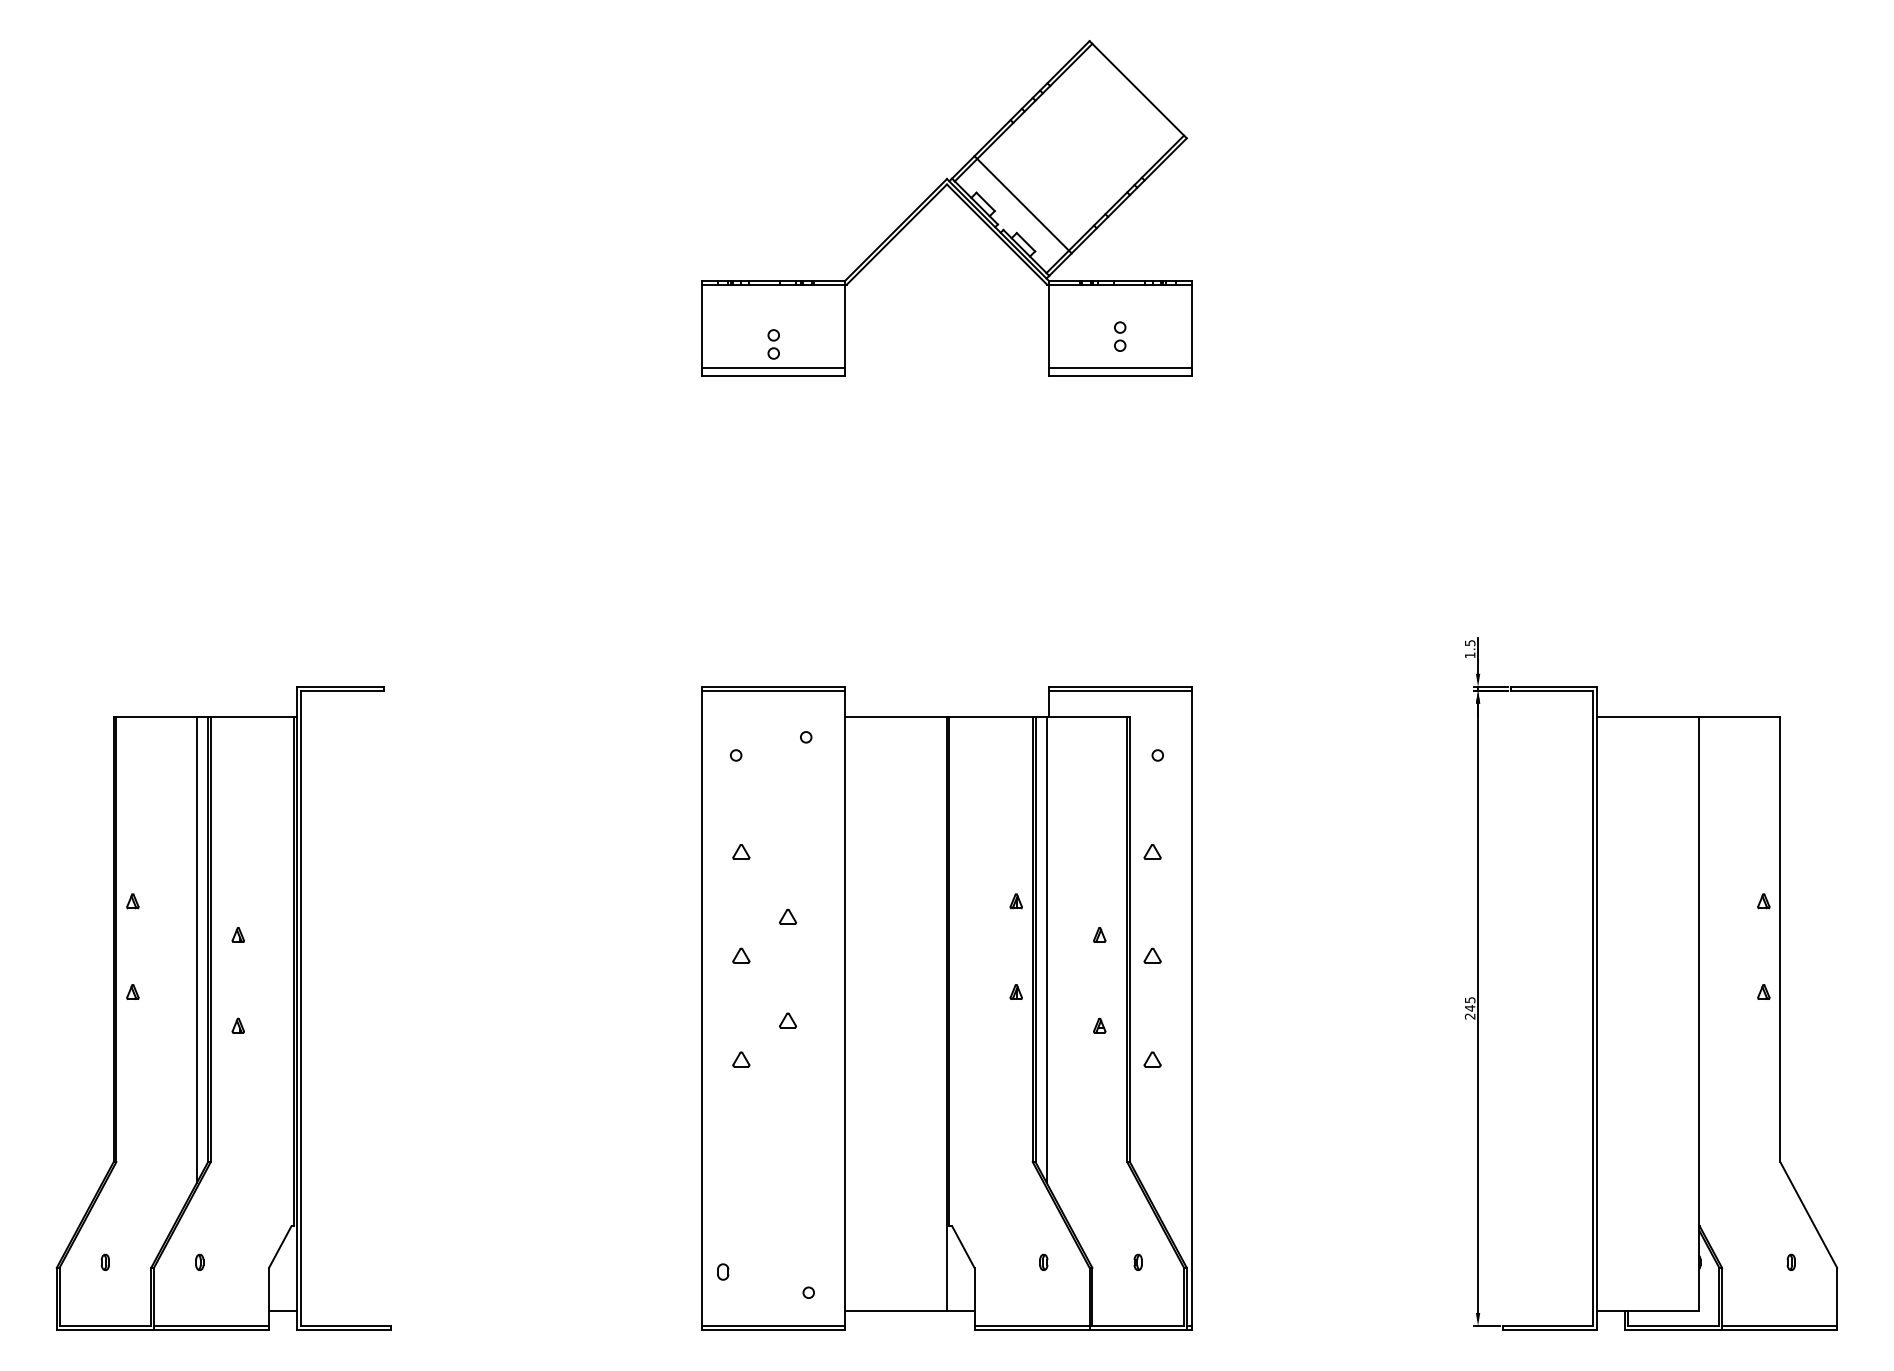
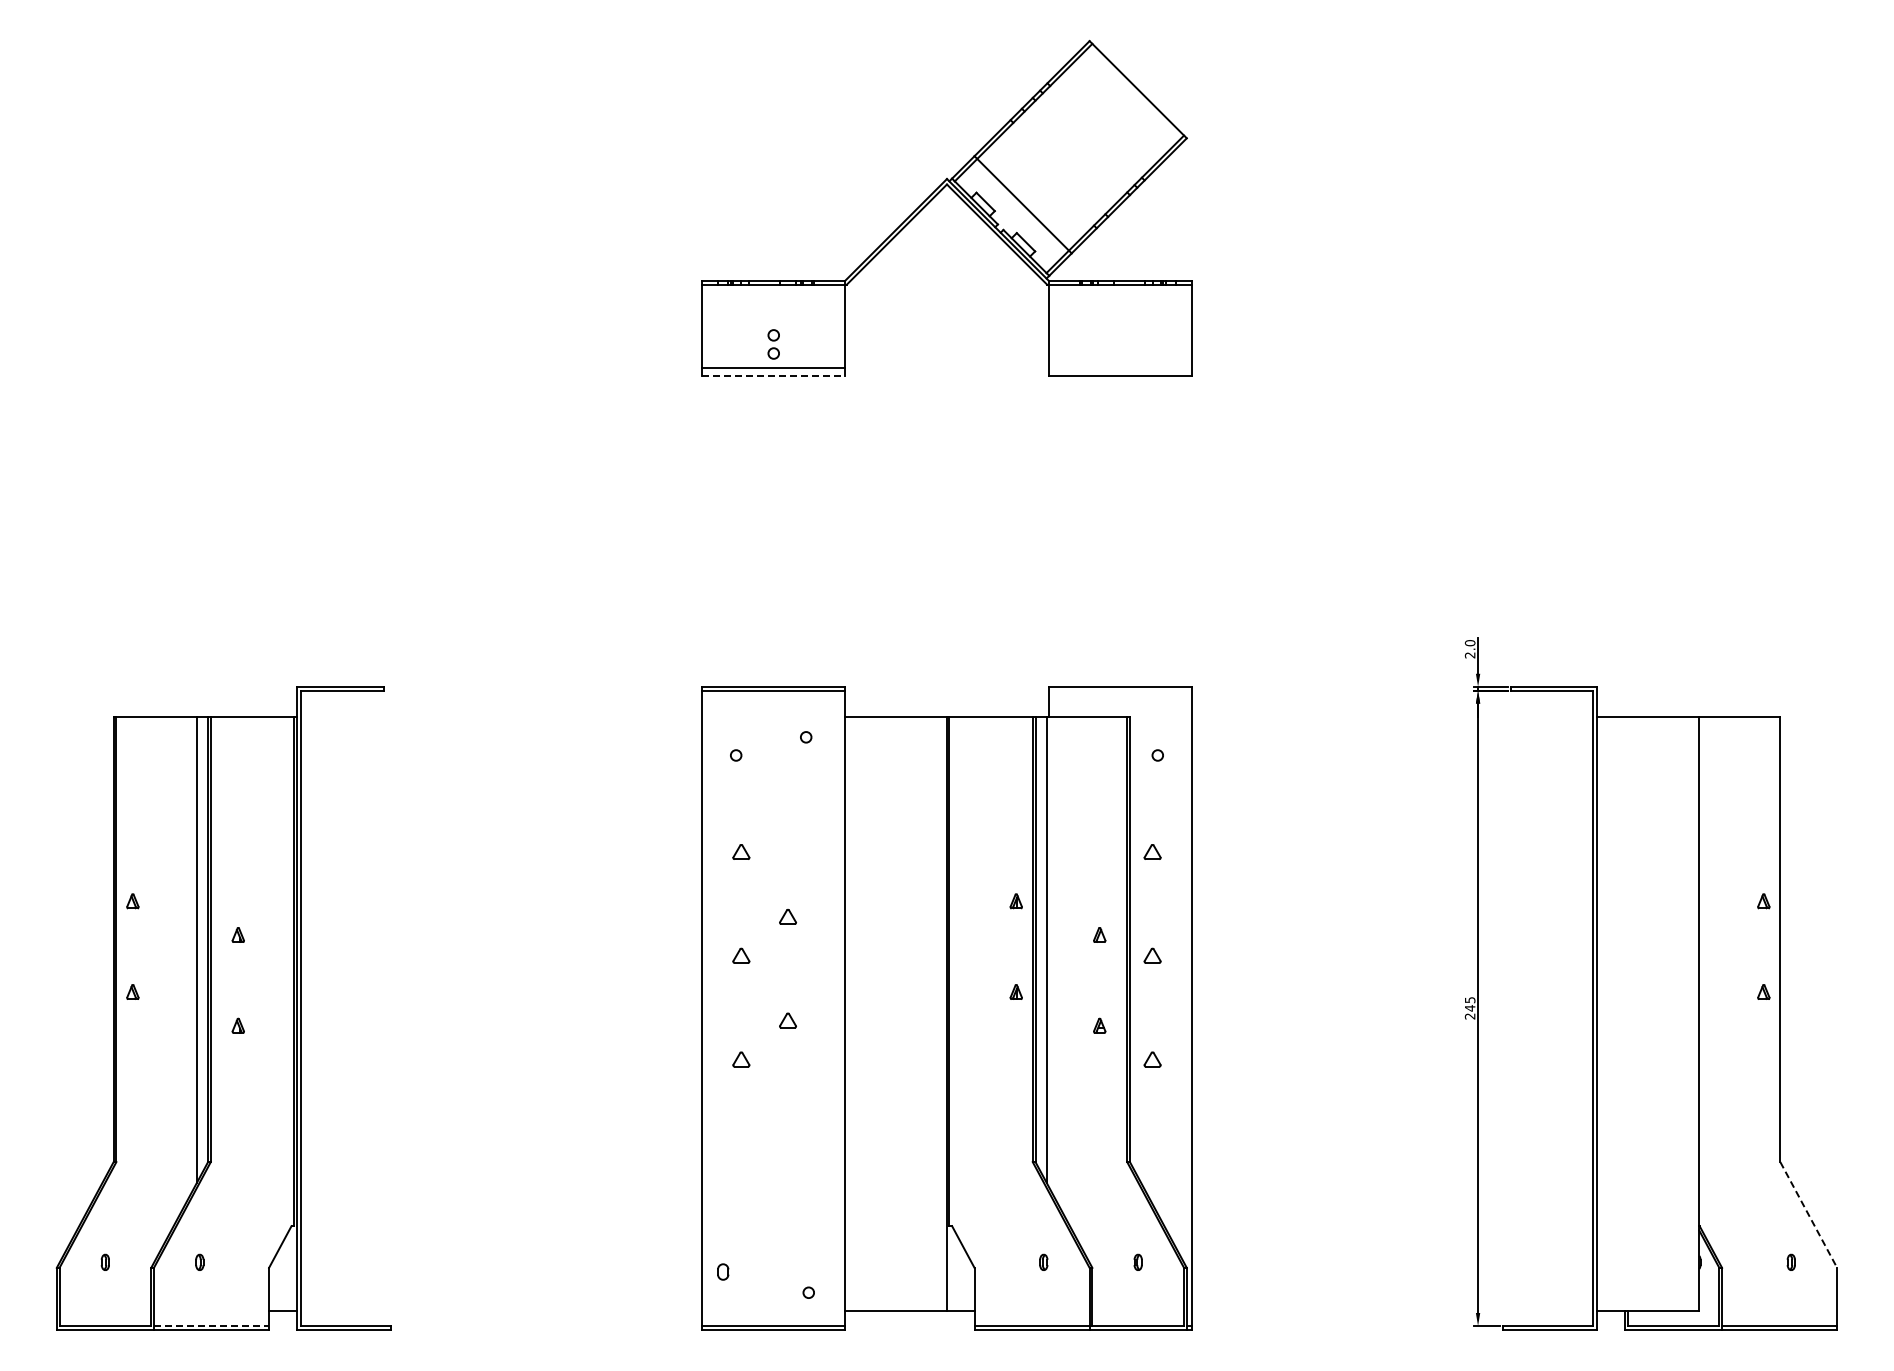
part at (1120, 336): present -> none
line at (1119, 367): present -> none
line at (774, 375): solid -> dashed
text at (1469, 649): 1.5 -> 2.0
line at (1119, 690): present -> none
line at (1808, 1215): solid -> dashed
line at (211, 1325): solid -> dashed
